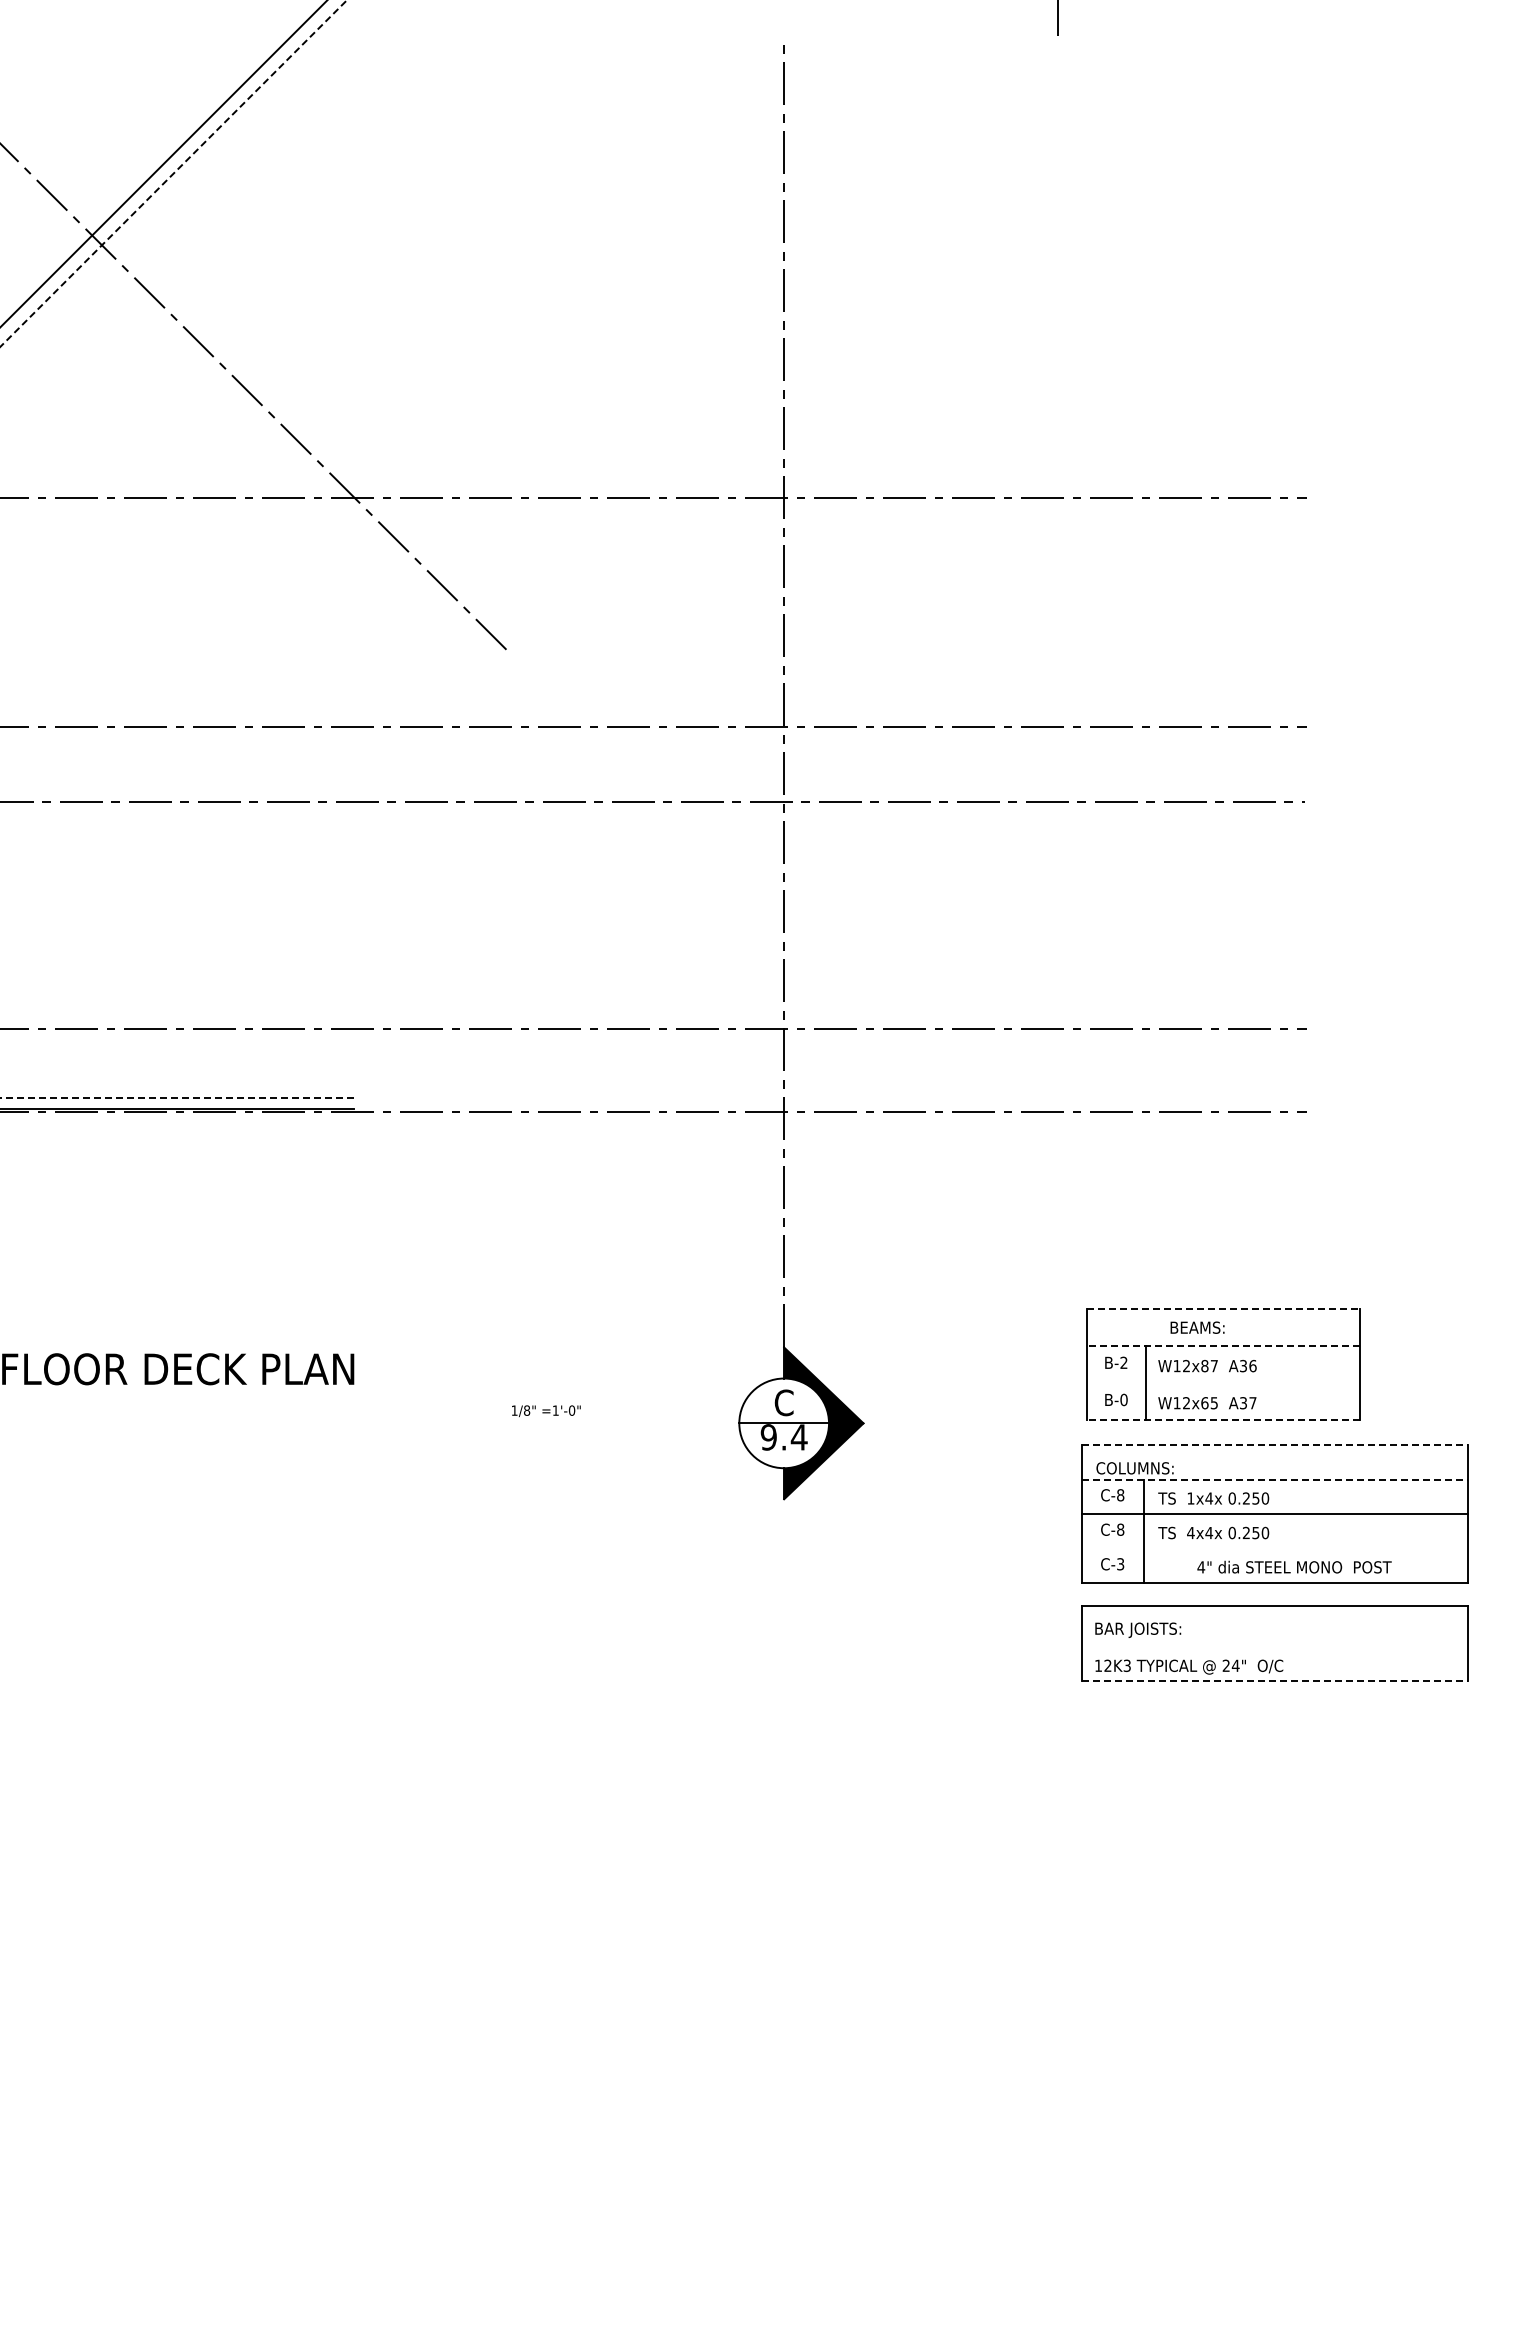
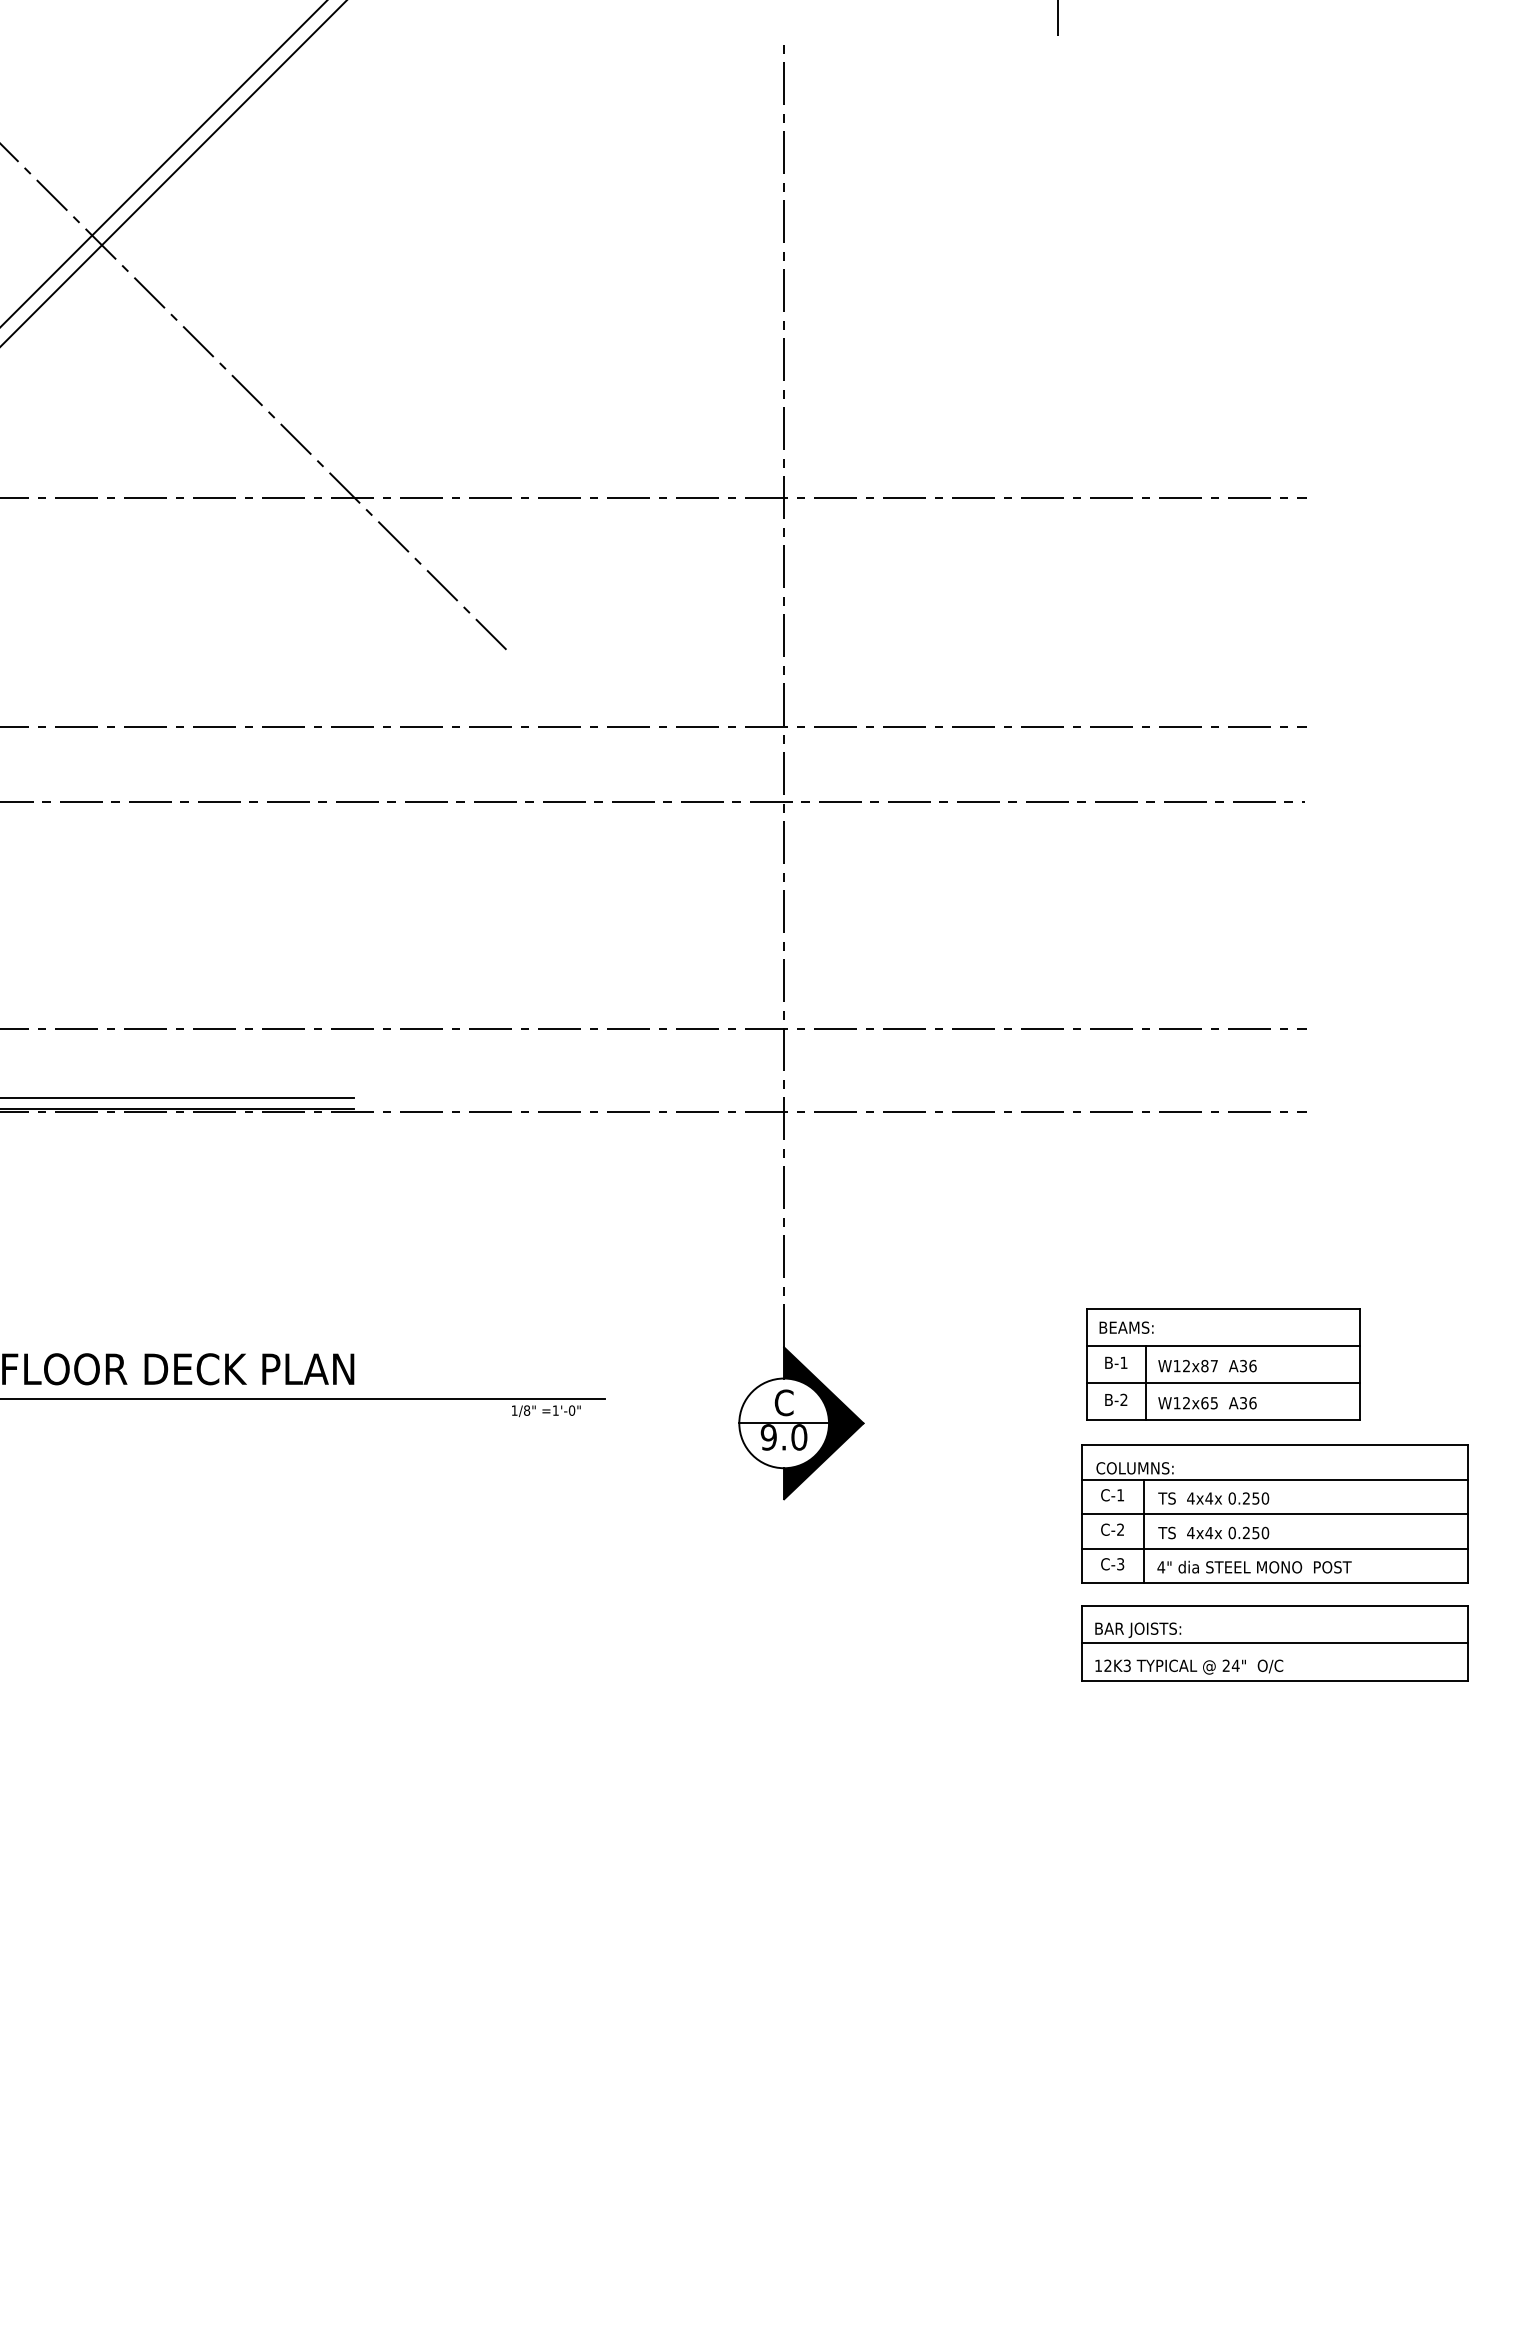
line at (174, 173): dashed -> solid
line at (177, 1098): dashed -> solid
line at (1223, 1308): dashed -> solid
text at (1197, 1327) position: (1197, 1327) -> (1126, 1327)
line at (1222, 1345): dashed -> solid
text at (1123, 1362): B-2 -> B-1
line at (1222, 1382): none -> present
line at (303, 1398): none -> present
text at (1123, 1399): B-0 -> B-2
text at (1252, 1403): A37 -> A36
line at (1222, 1420): dashed -> solid
text at (798, 1437): 9.4 -> 9.0
line at (1275, 1445): dashed -> solid
line at (1275, 1479): dashed -> solid
text at (1120, 1495): C-8 -> C-1
text at (1190, 1498): 1x4x -> 4x4x
text at (1120, 1529): C-8 -> C-2
line at (1274, 1548): none -> present
text at (1294, 1566) position: (1294, 1566) -> (1254, 1566)
line at (1274, 1643): none -> present
line at (1275, 1680): dashed -> solid
